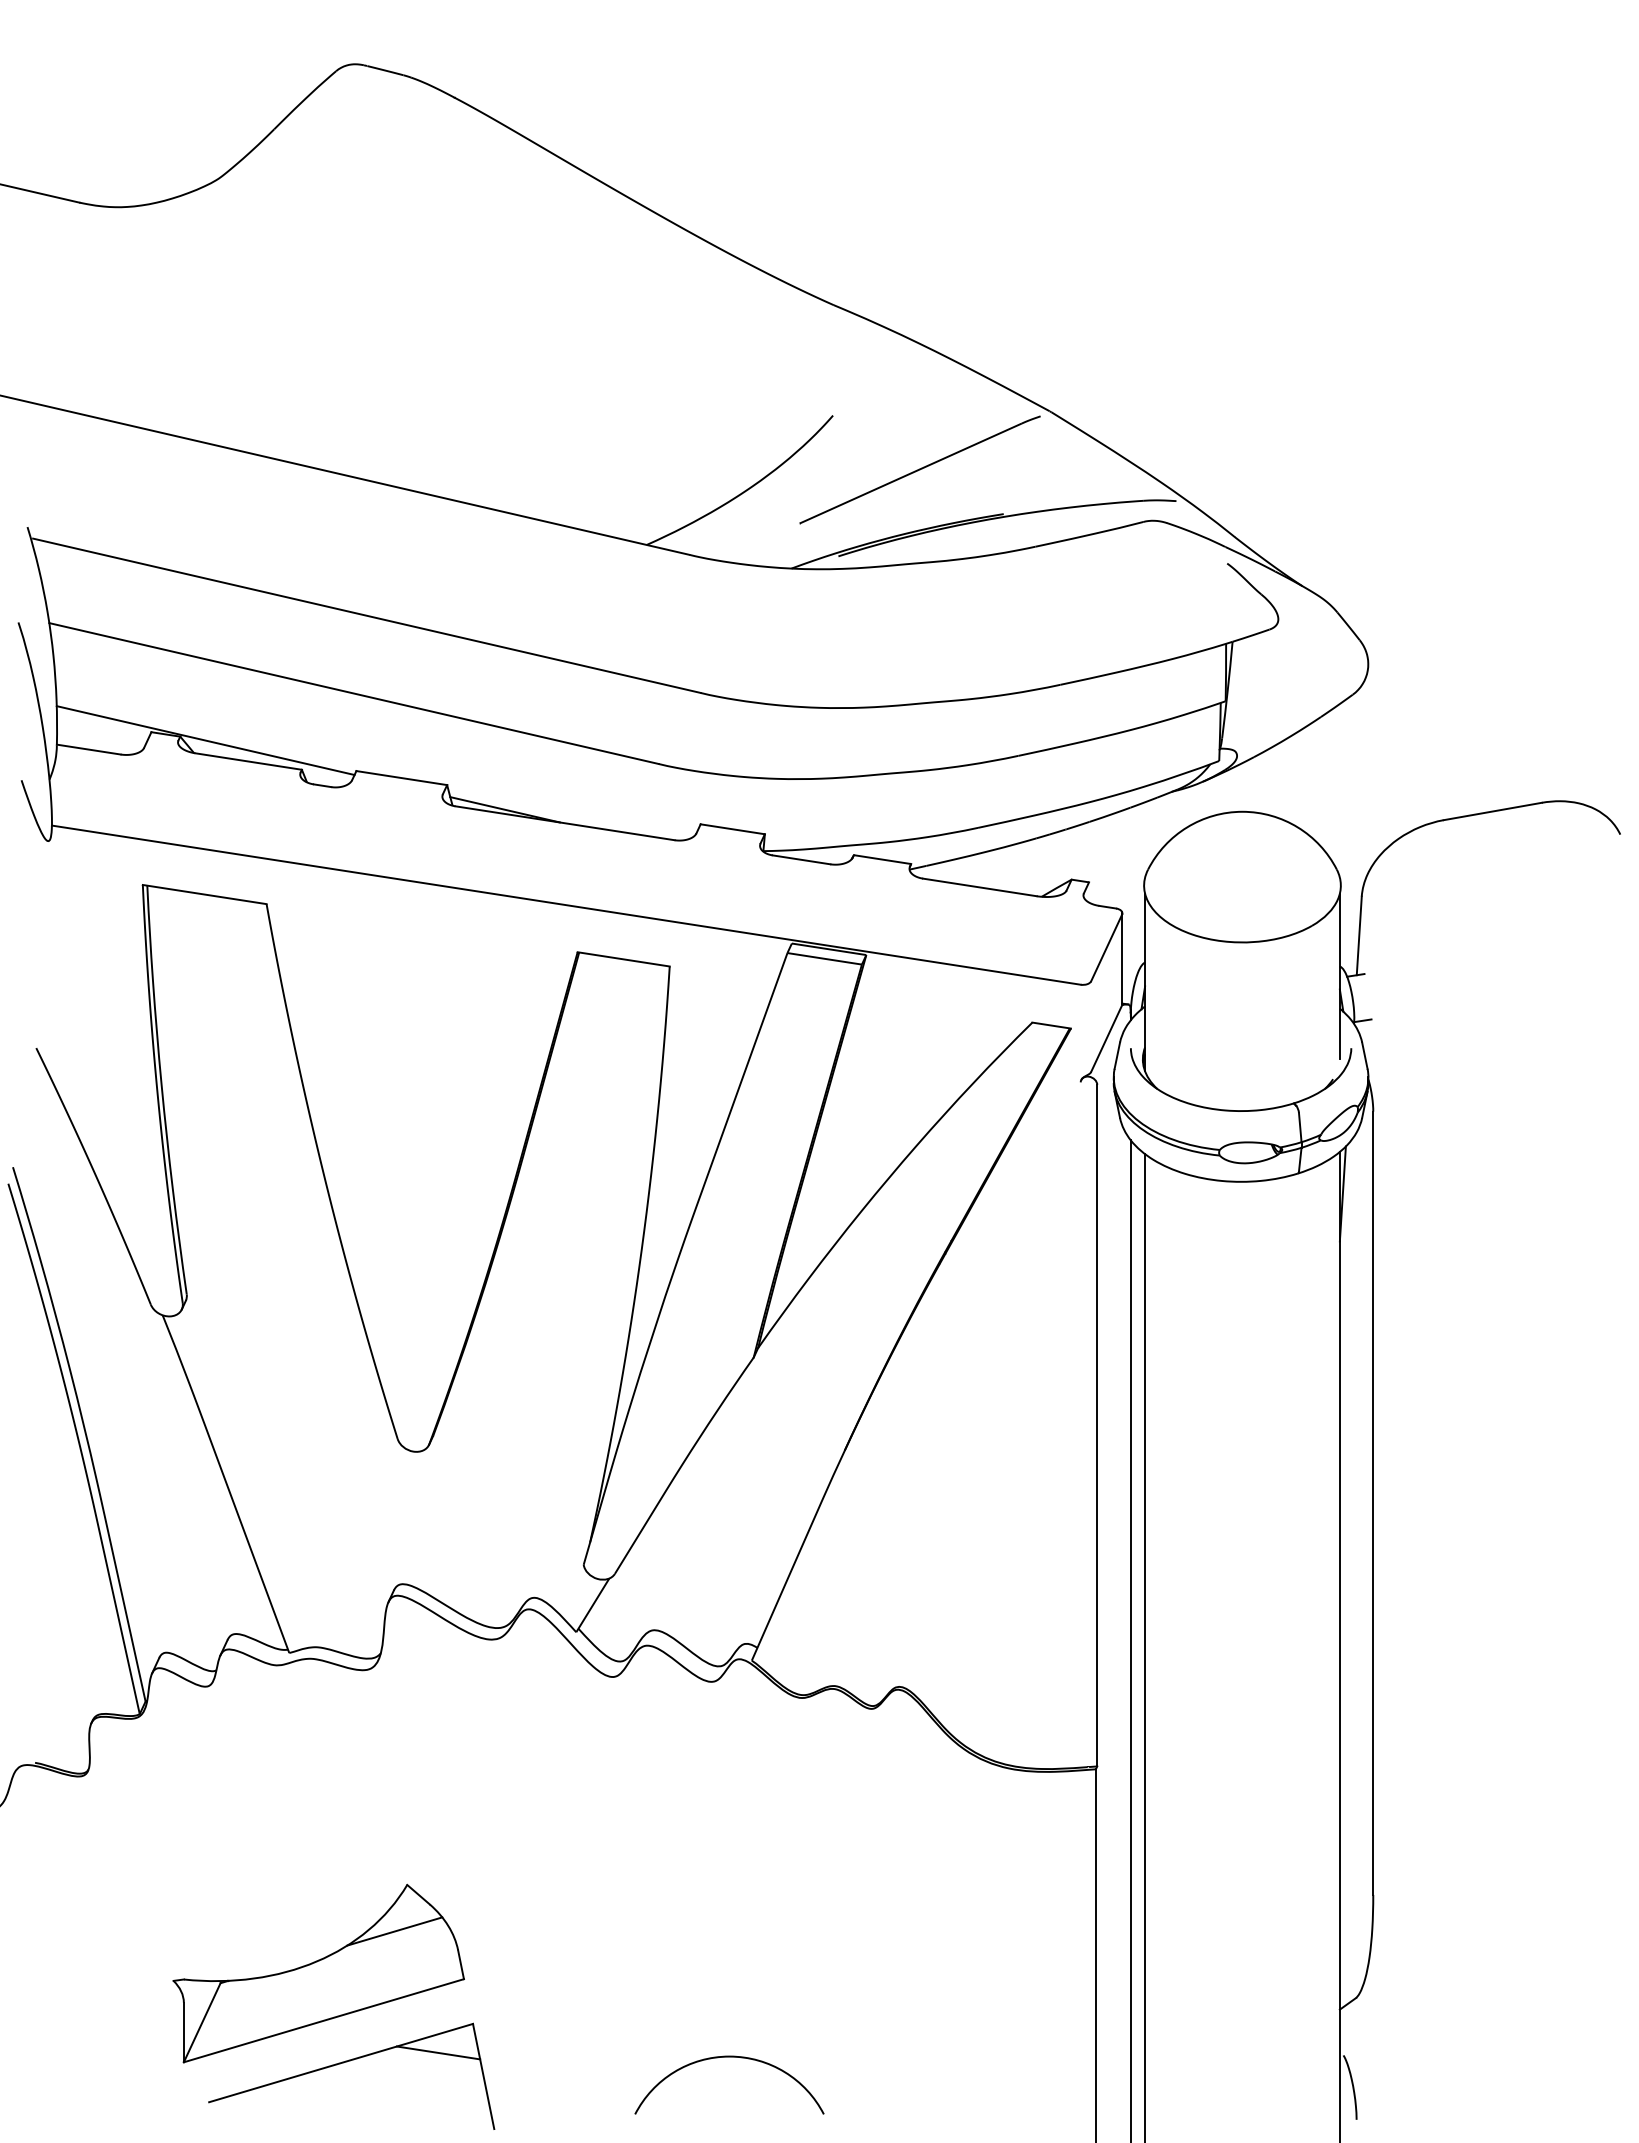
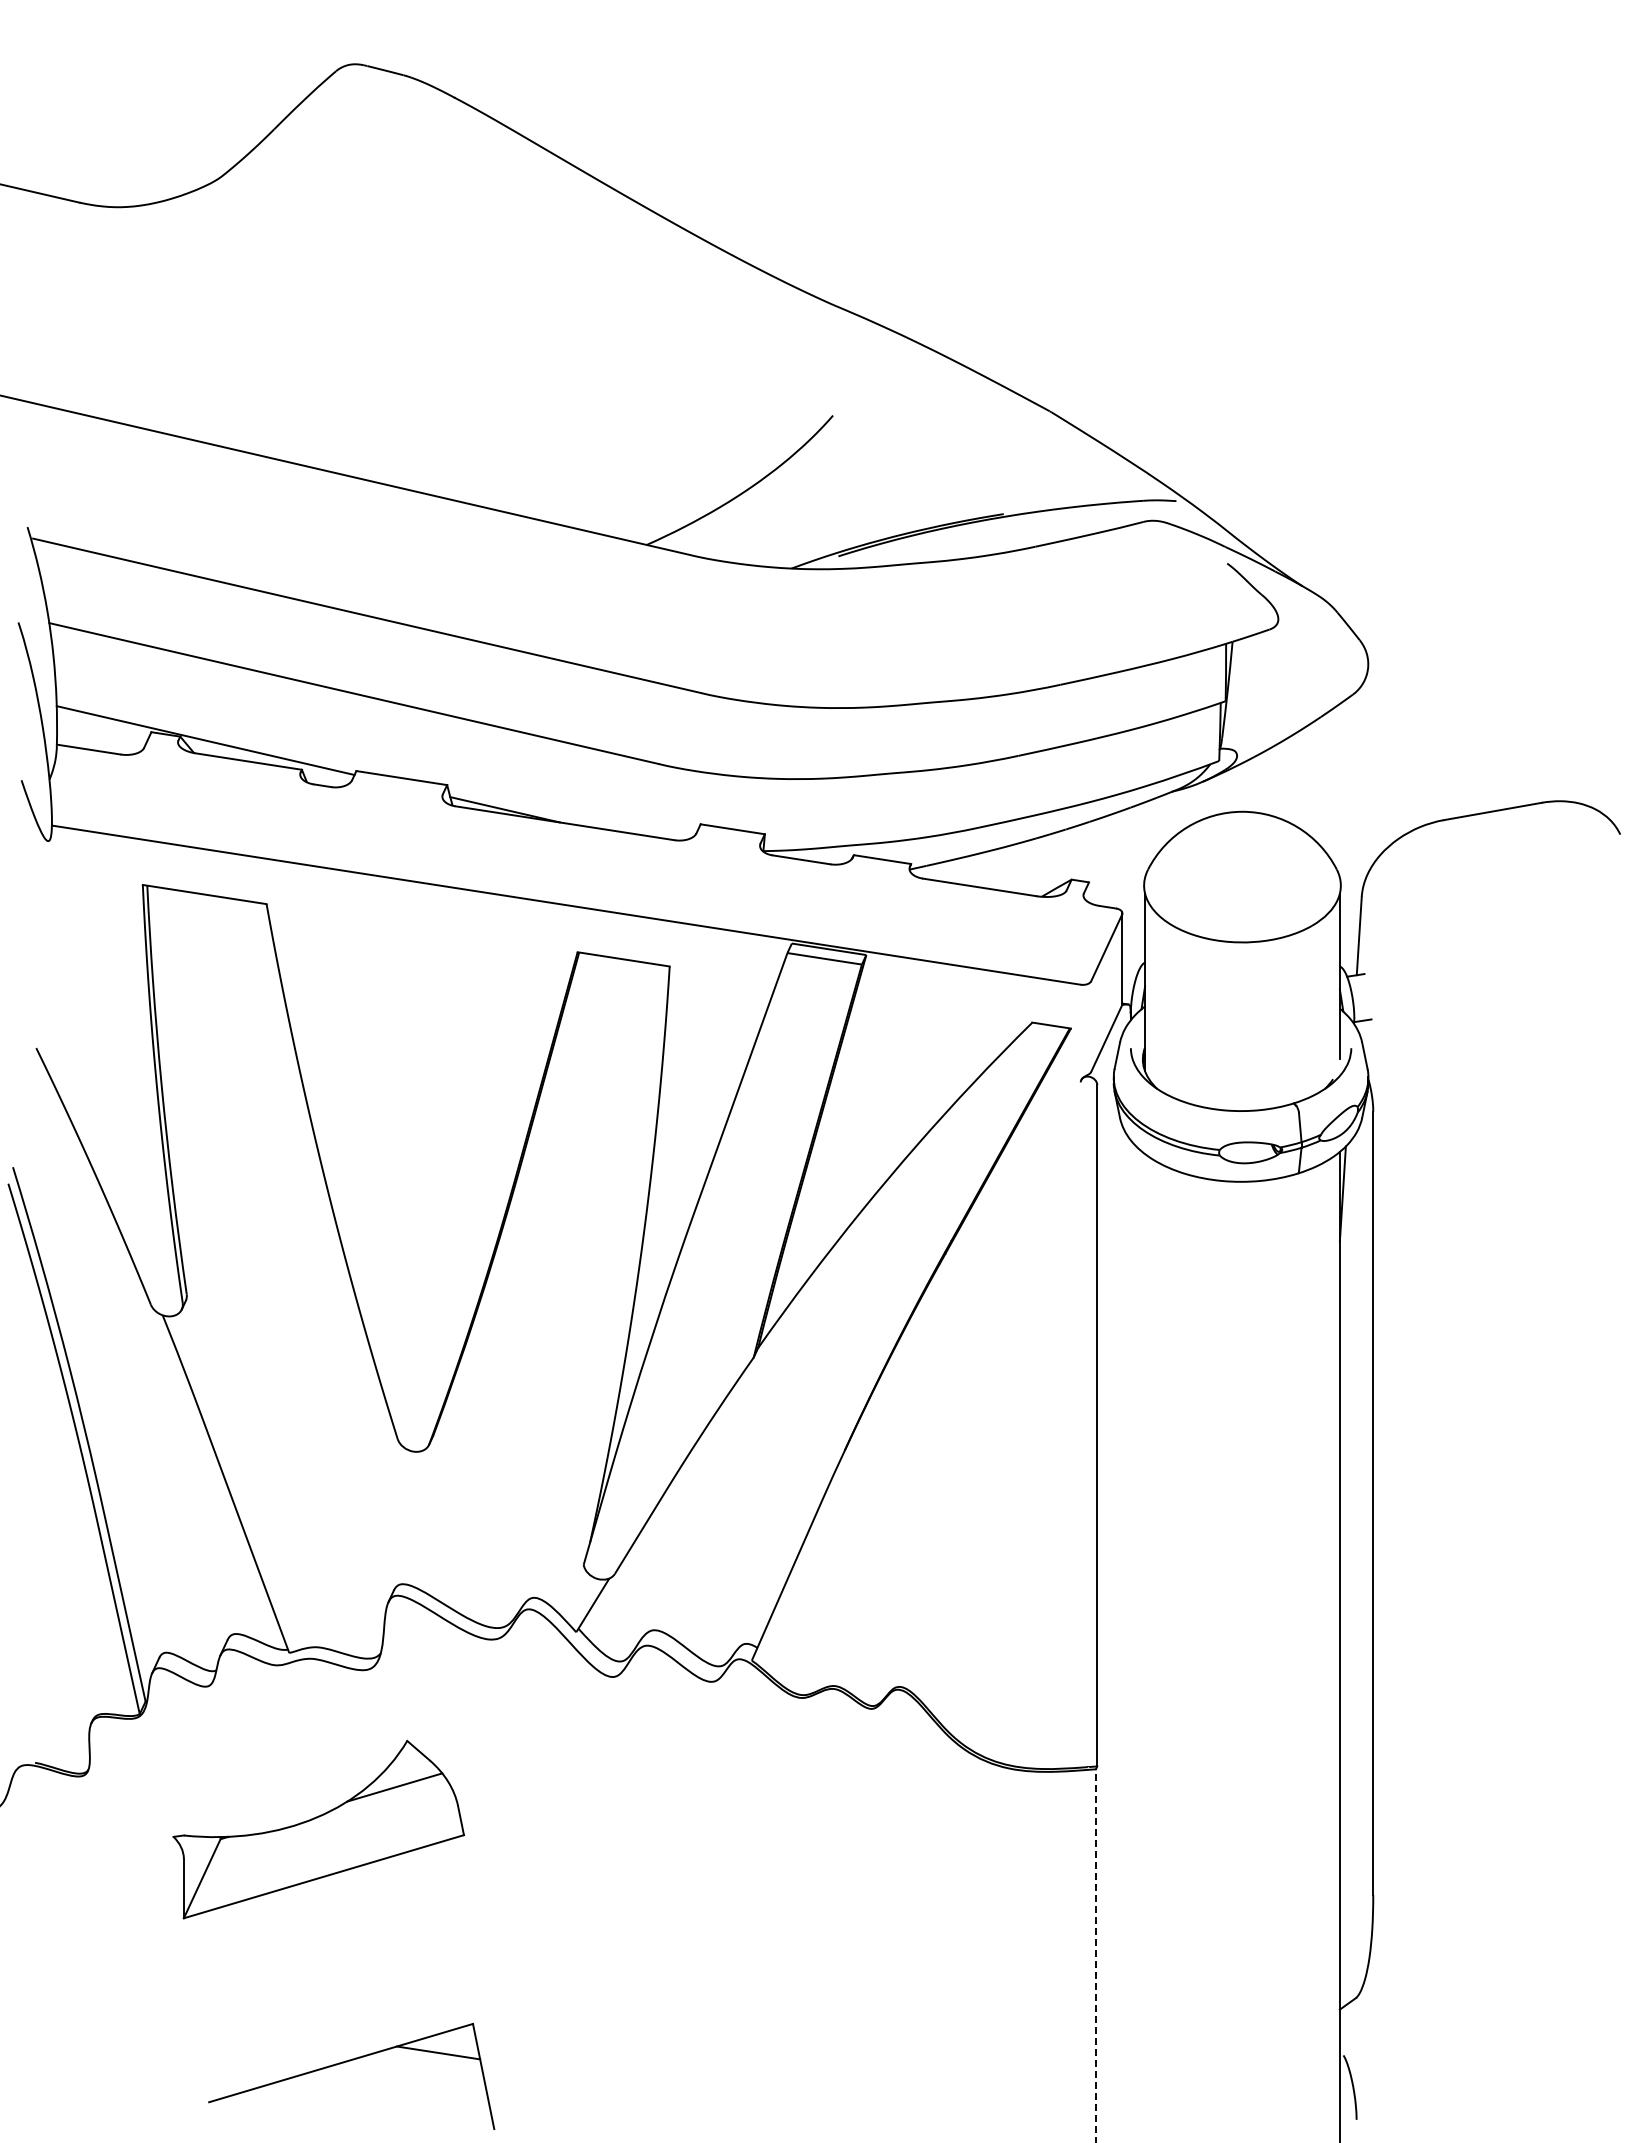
part at (919, 469): present -> none
line at (1130, 1639): present -> none
line at (1145, 1646): present -> none
line at (1095, 1955): solid -> dashed
part at (318, 1973) position: (318, 1973) -> (318, 1829)
arc at (729, 2057): present -> none
